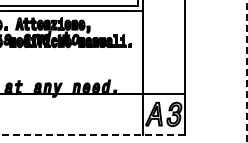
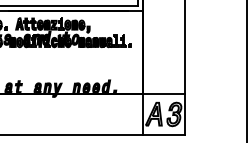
line at (246, 71): dashed -> solid
line at (92, 134): dashed -> solid
